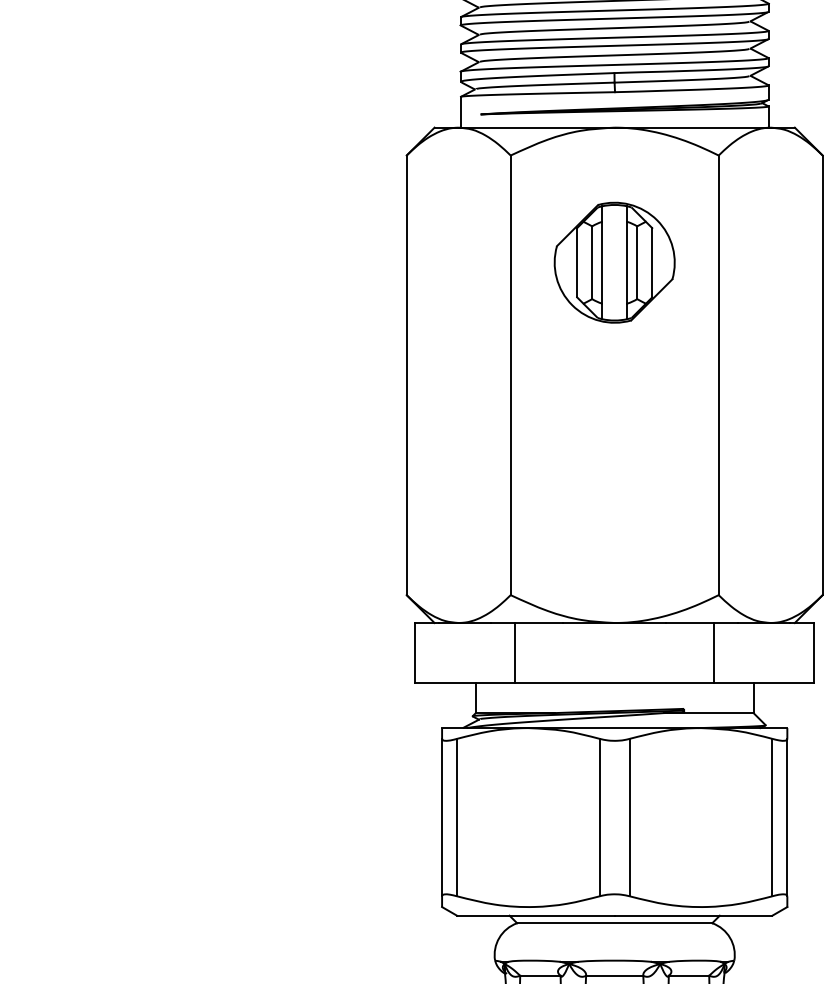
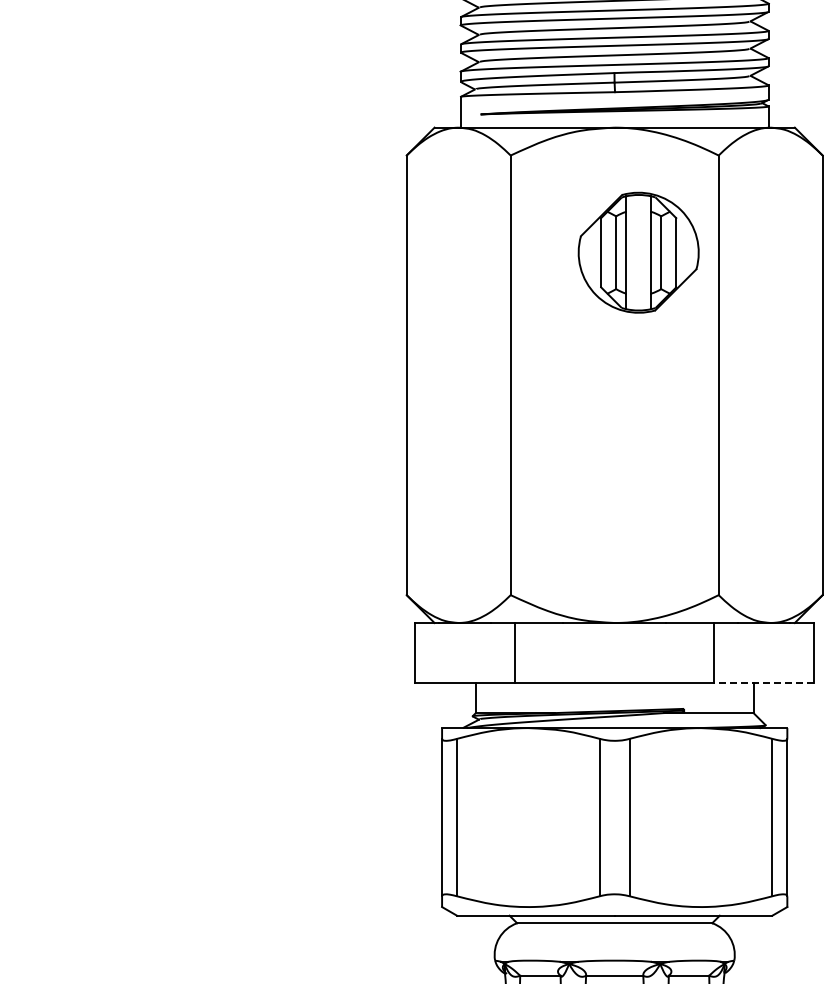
part at (614, 262) position: (614, 262) -> (638, 252)
line at (764, 683): solid -> dashed
